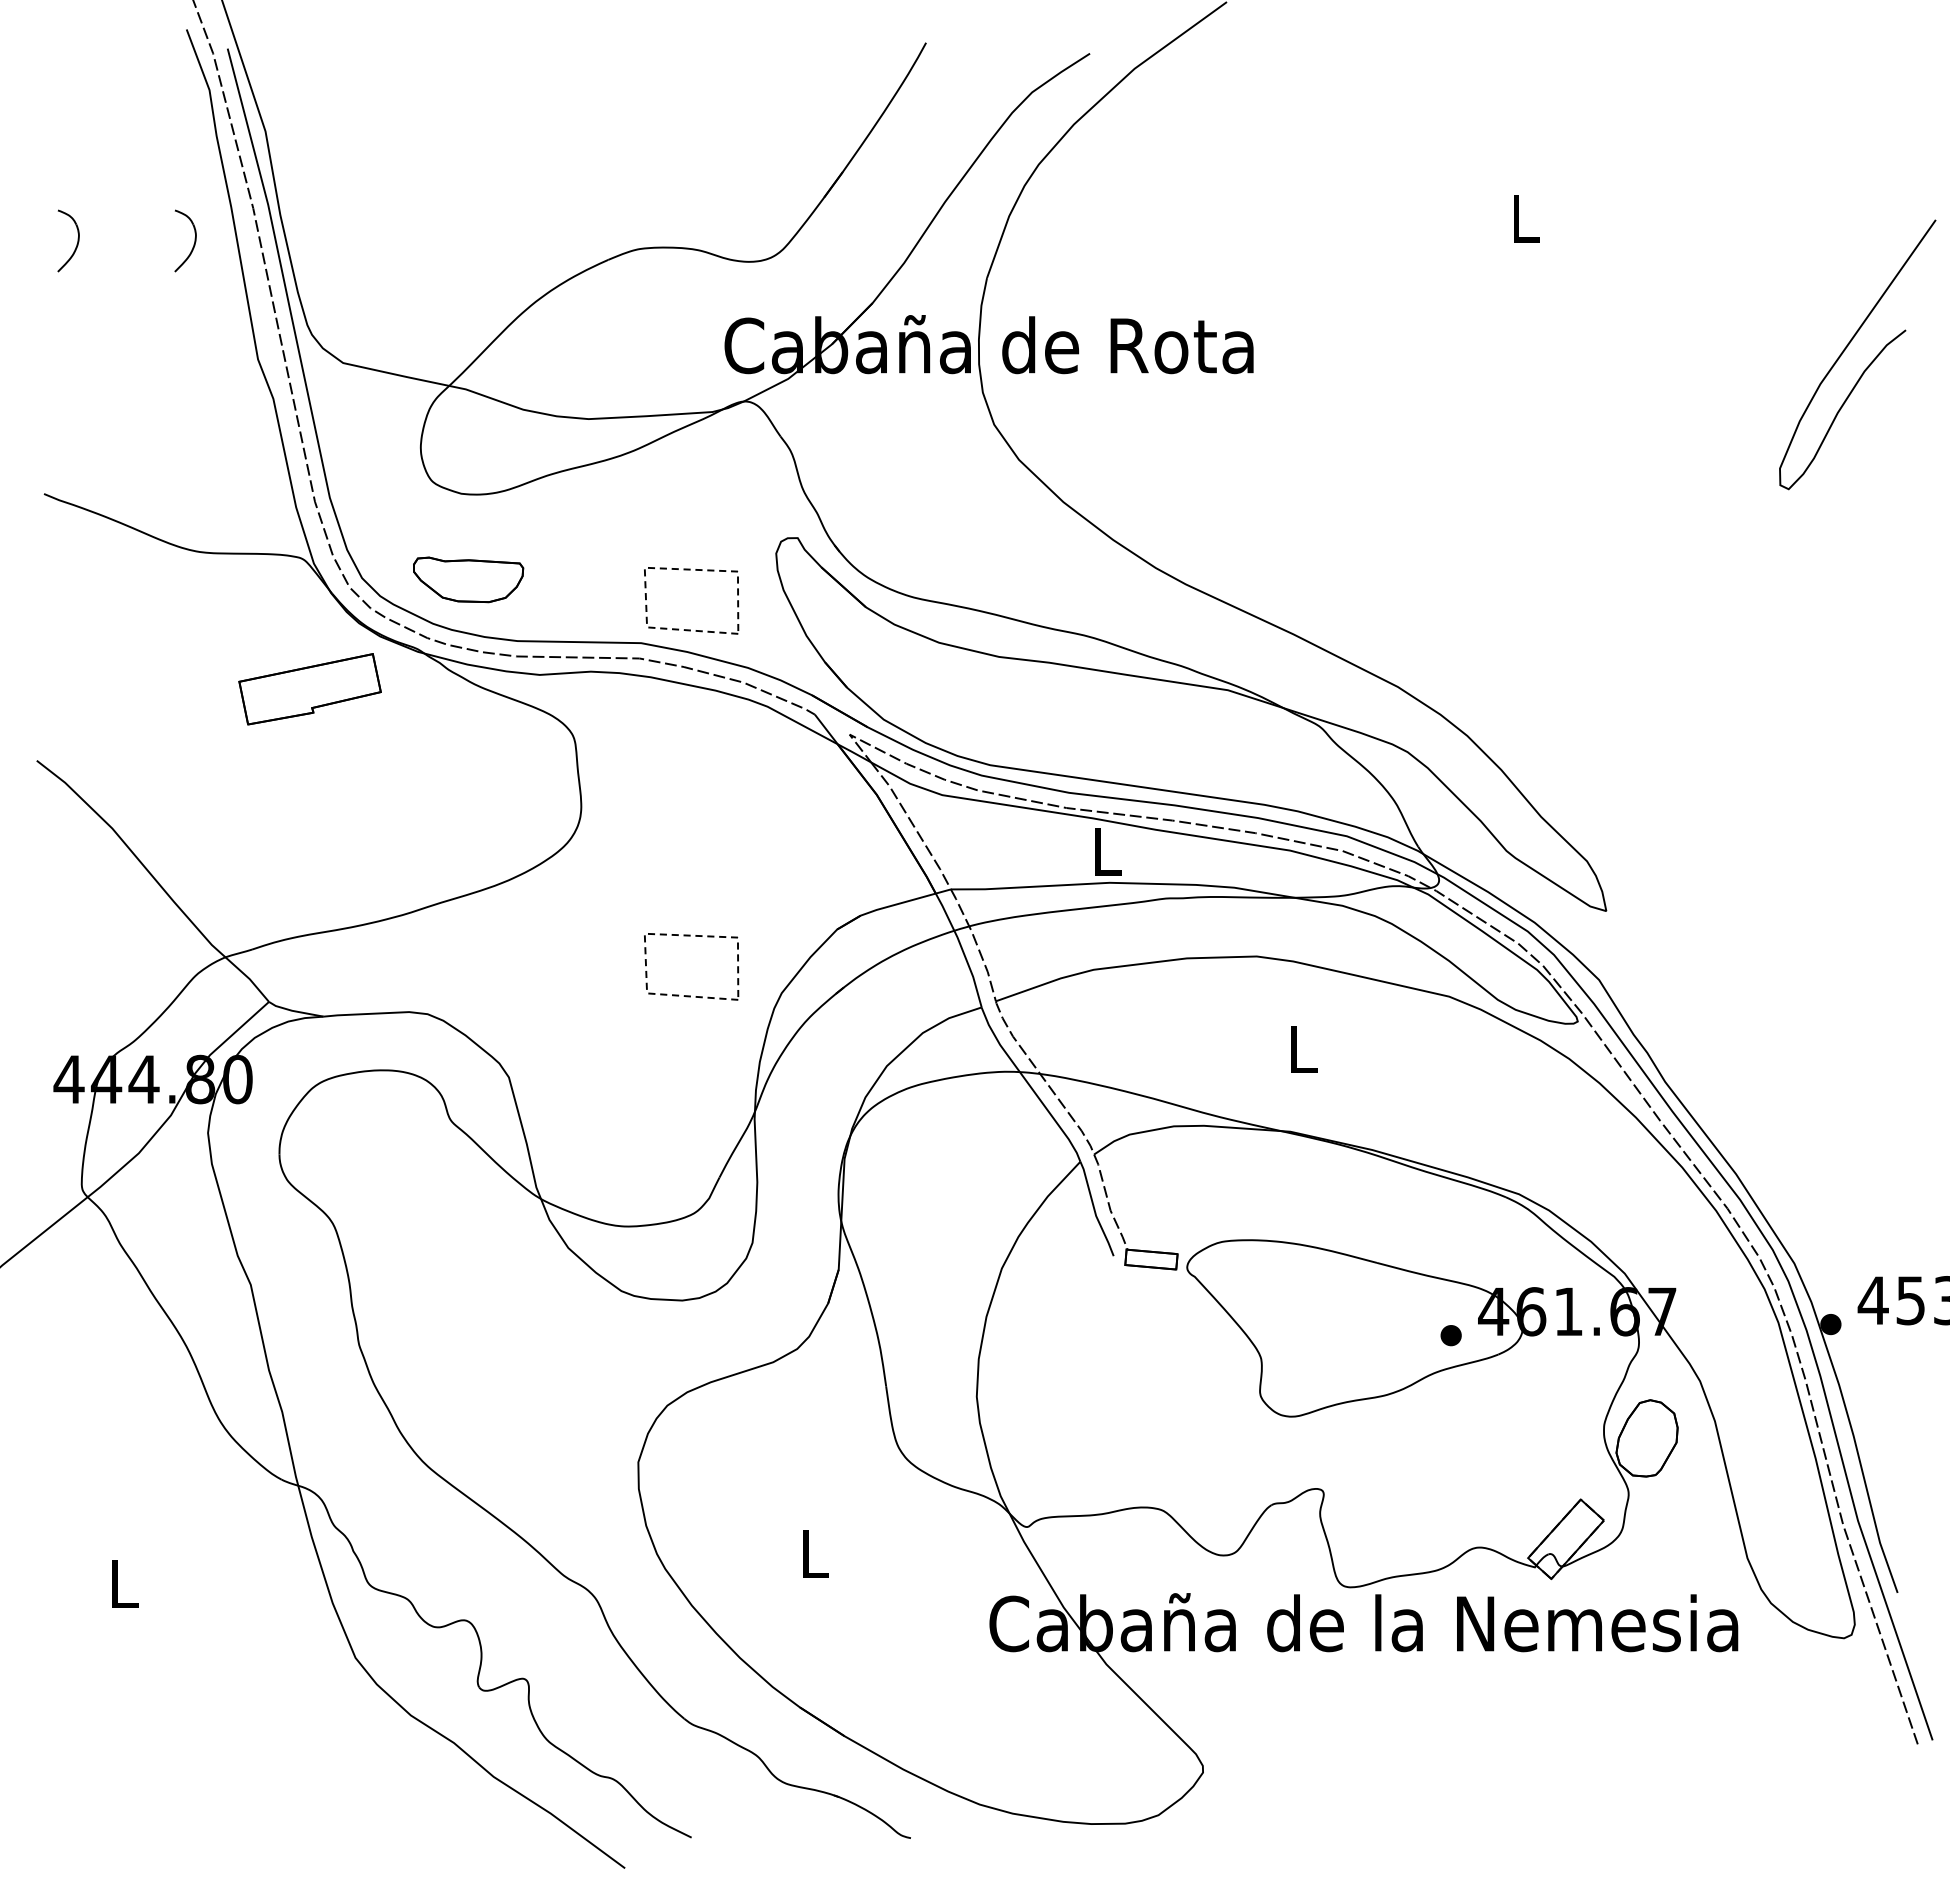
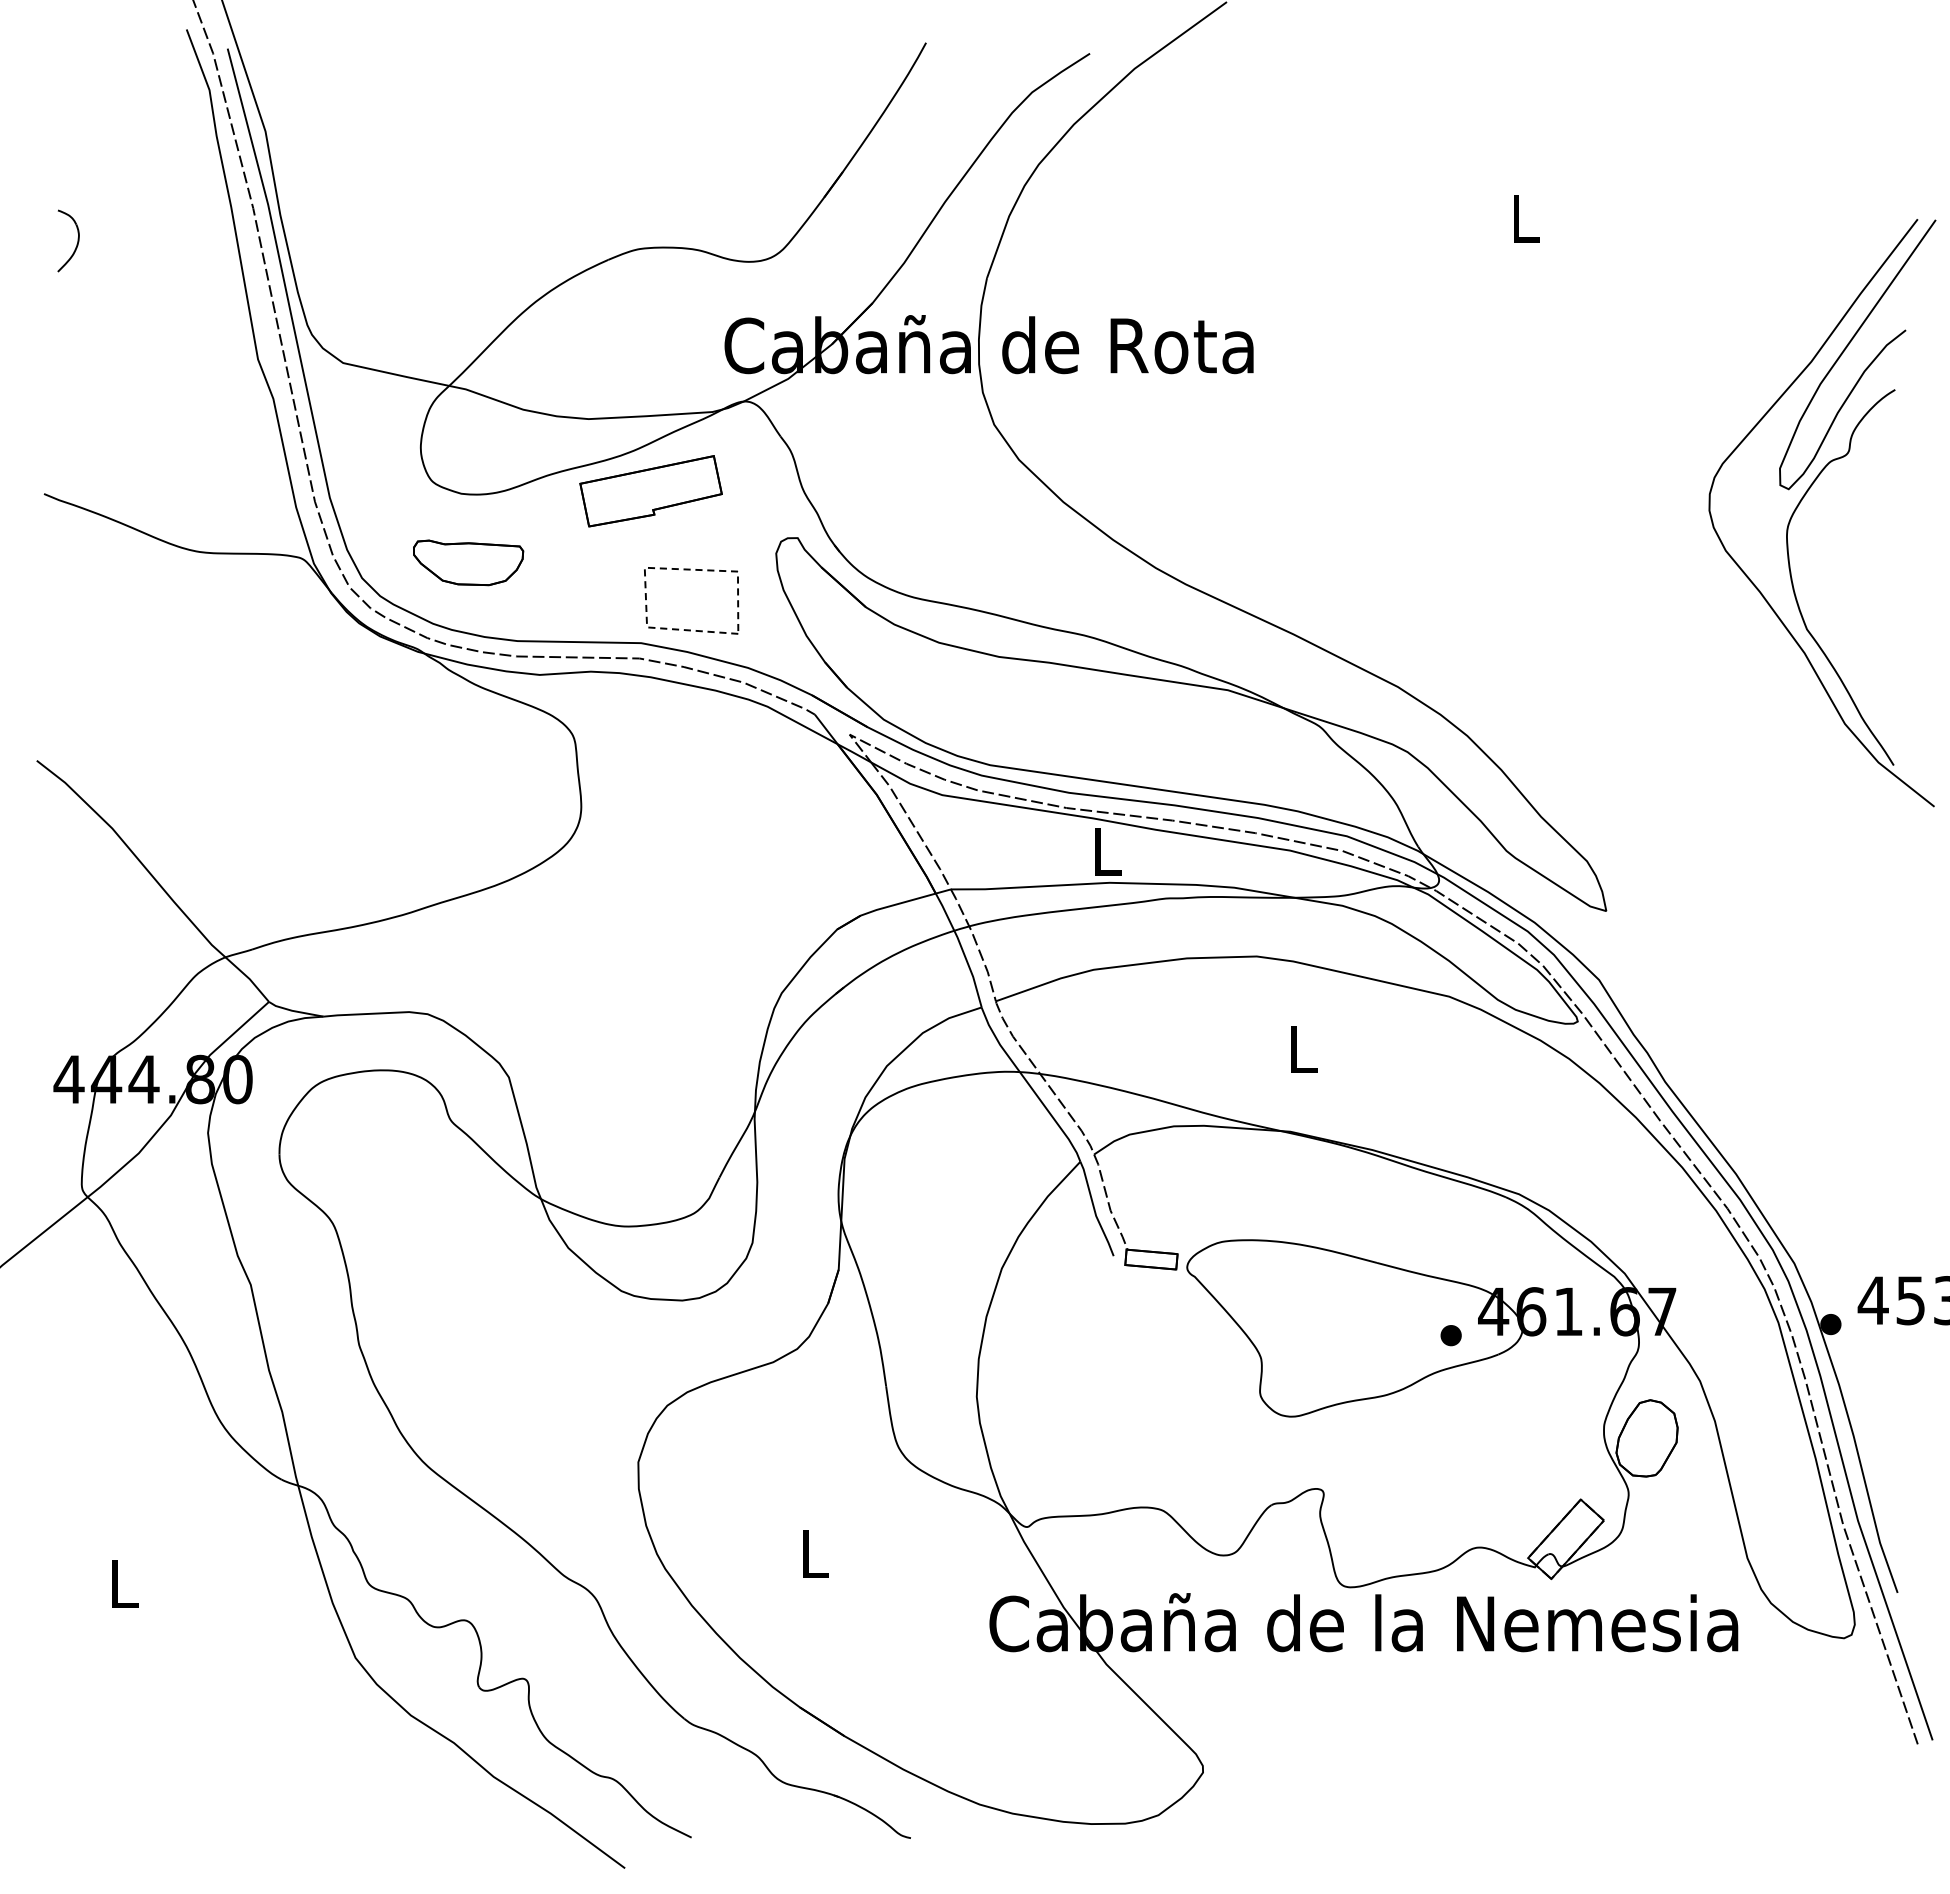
part at (193, 244): present -> none
part at (1802, 500): none -> present
part at (468, 579) position: (468, 579) -> (468, 562)
part at (309, 689) position: (309, 689) -> (650, 491)
part at (690, 995): present -> none
